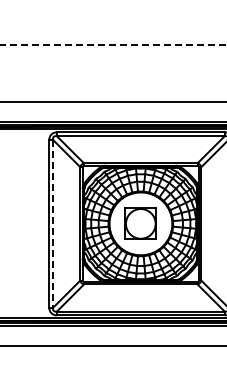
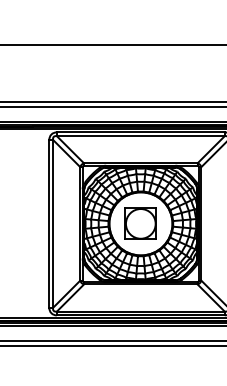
line at (113, 44): dashed -> solid
line at (112, 106): none -> present
line at (53, 223): dashed -> solid
line at (112, 341): none -> present
